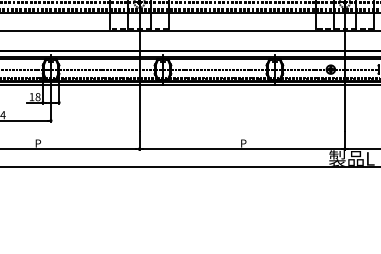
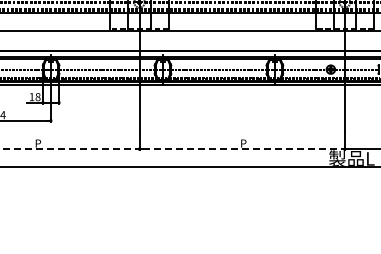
line at (68, 149): solid -> dashed
line at (242, 149): solid -> dashed
